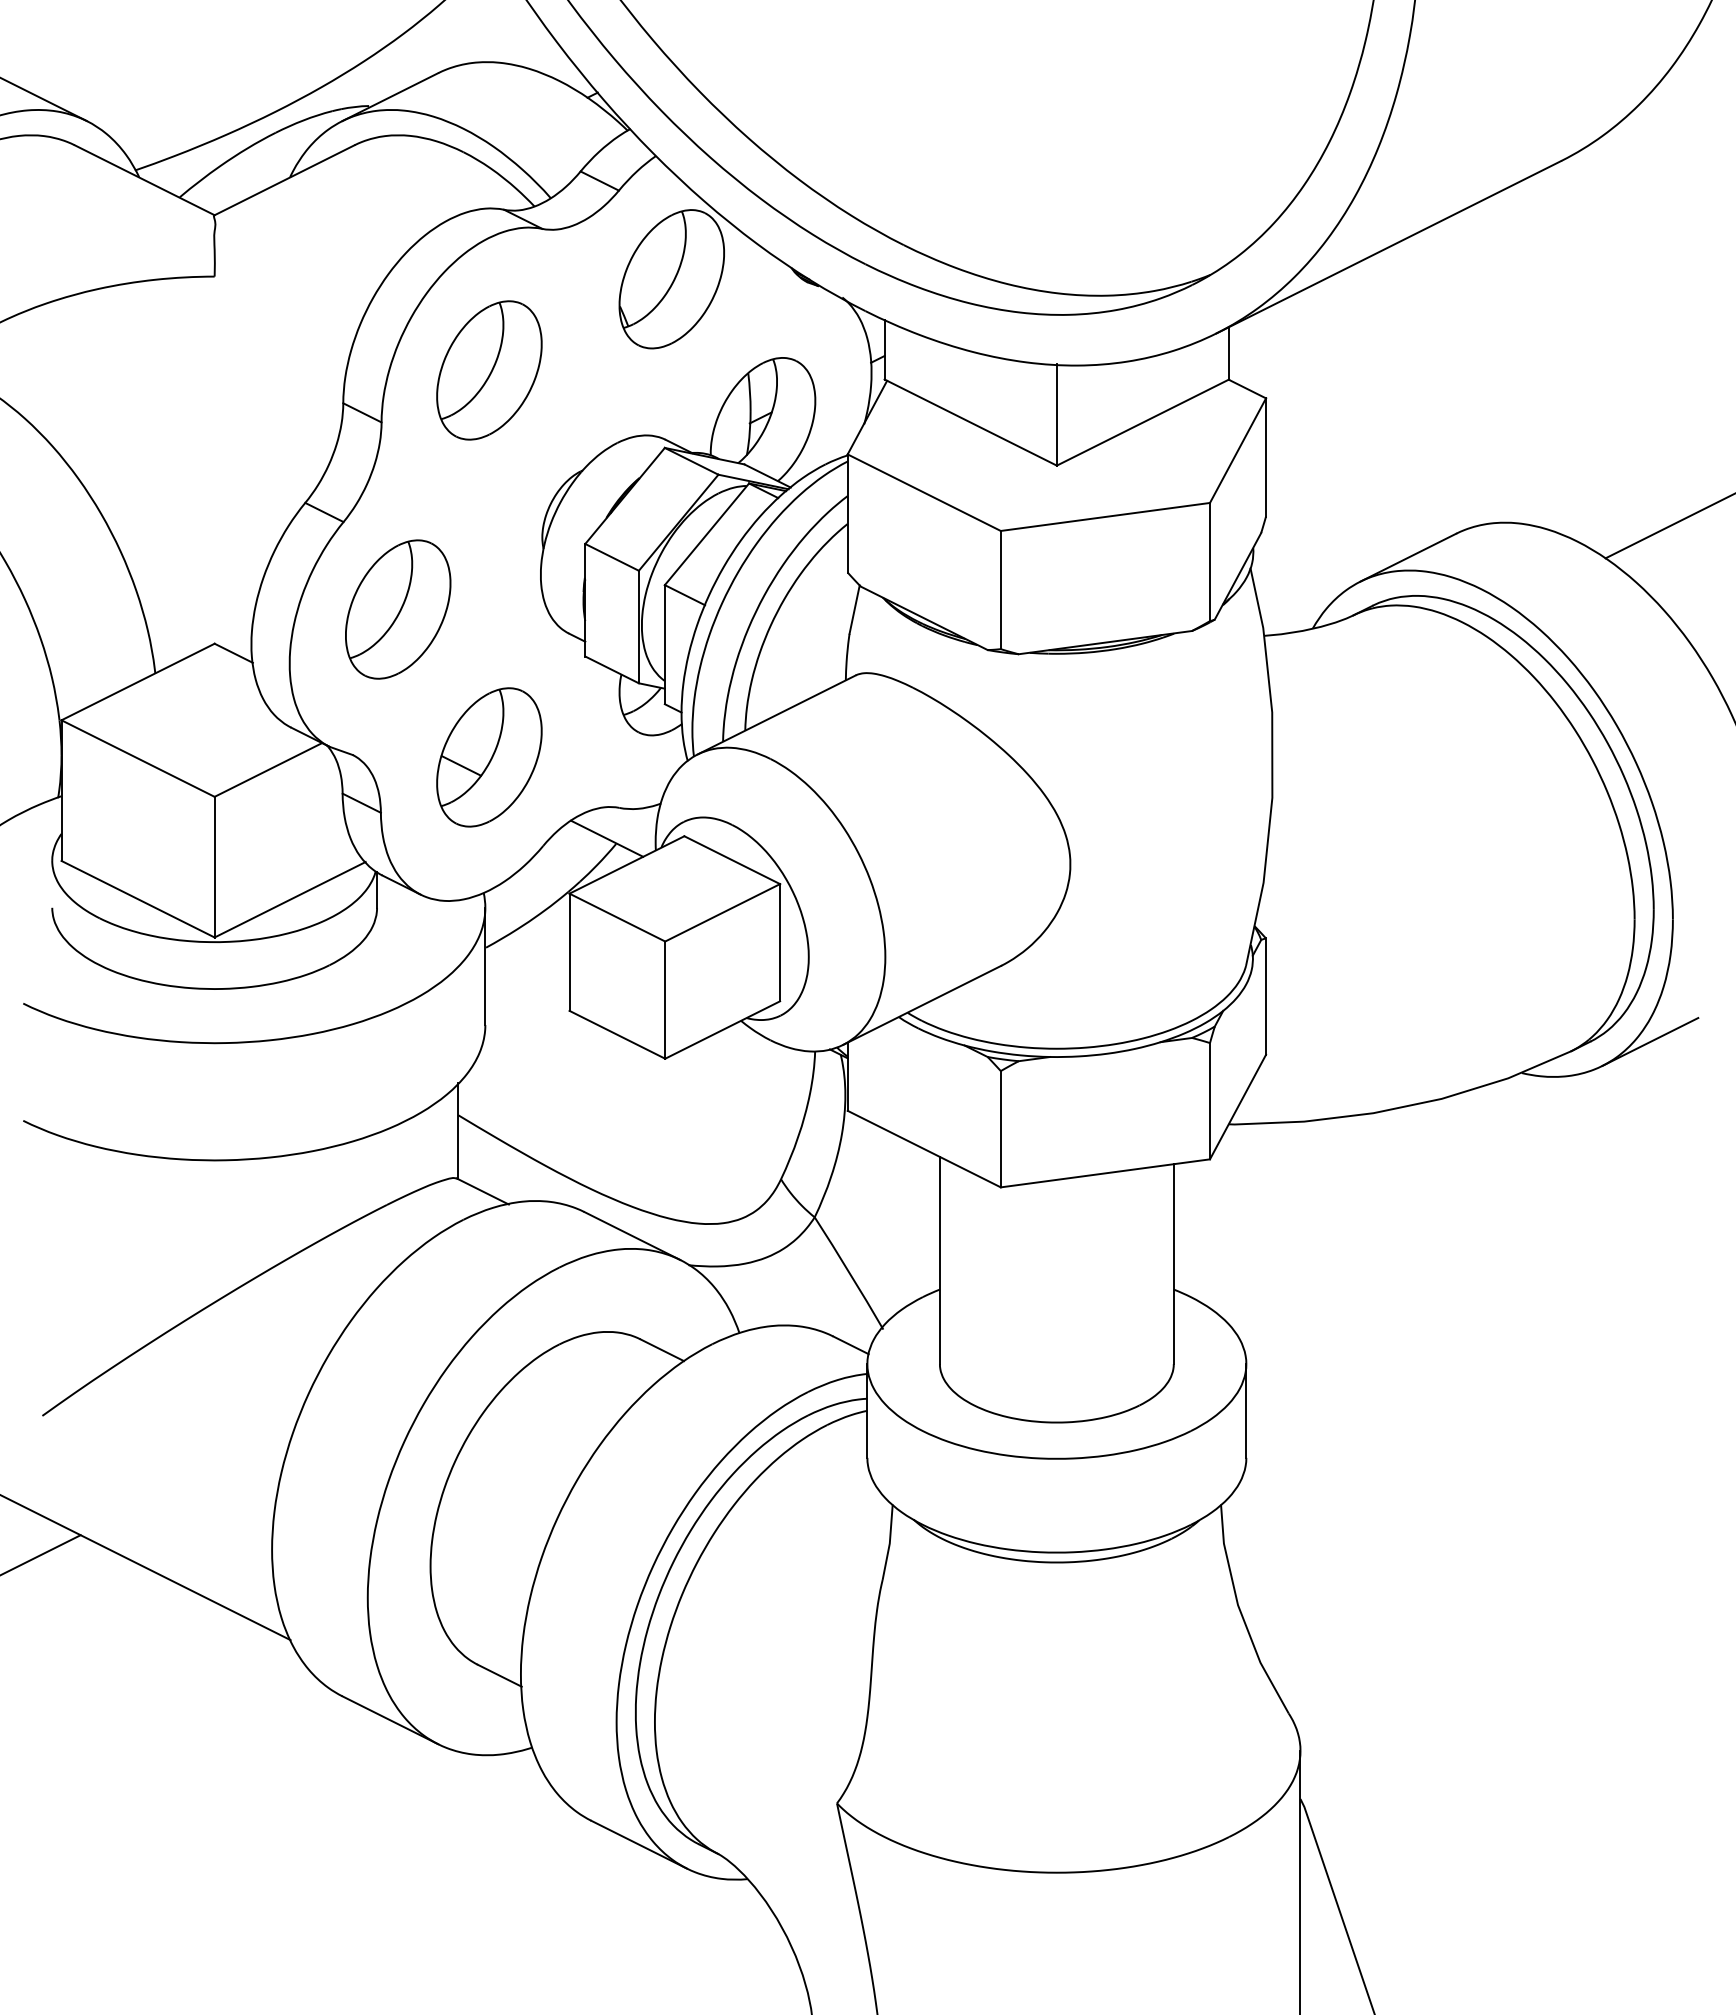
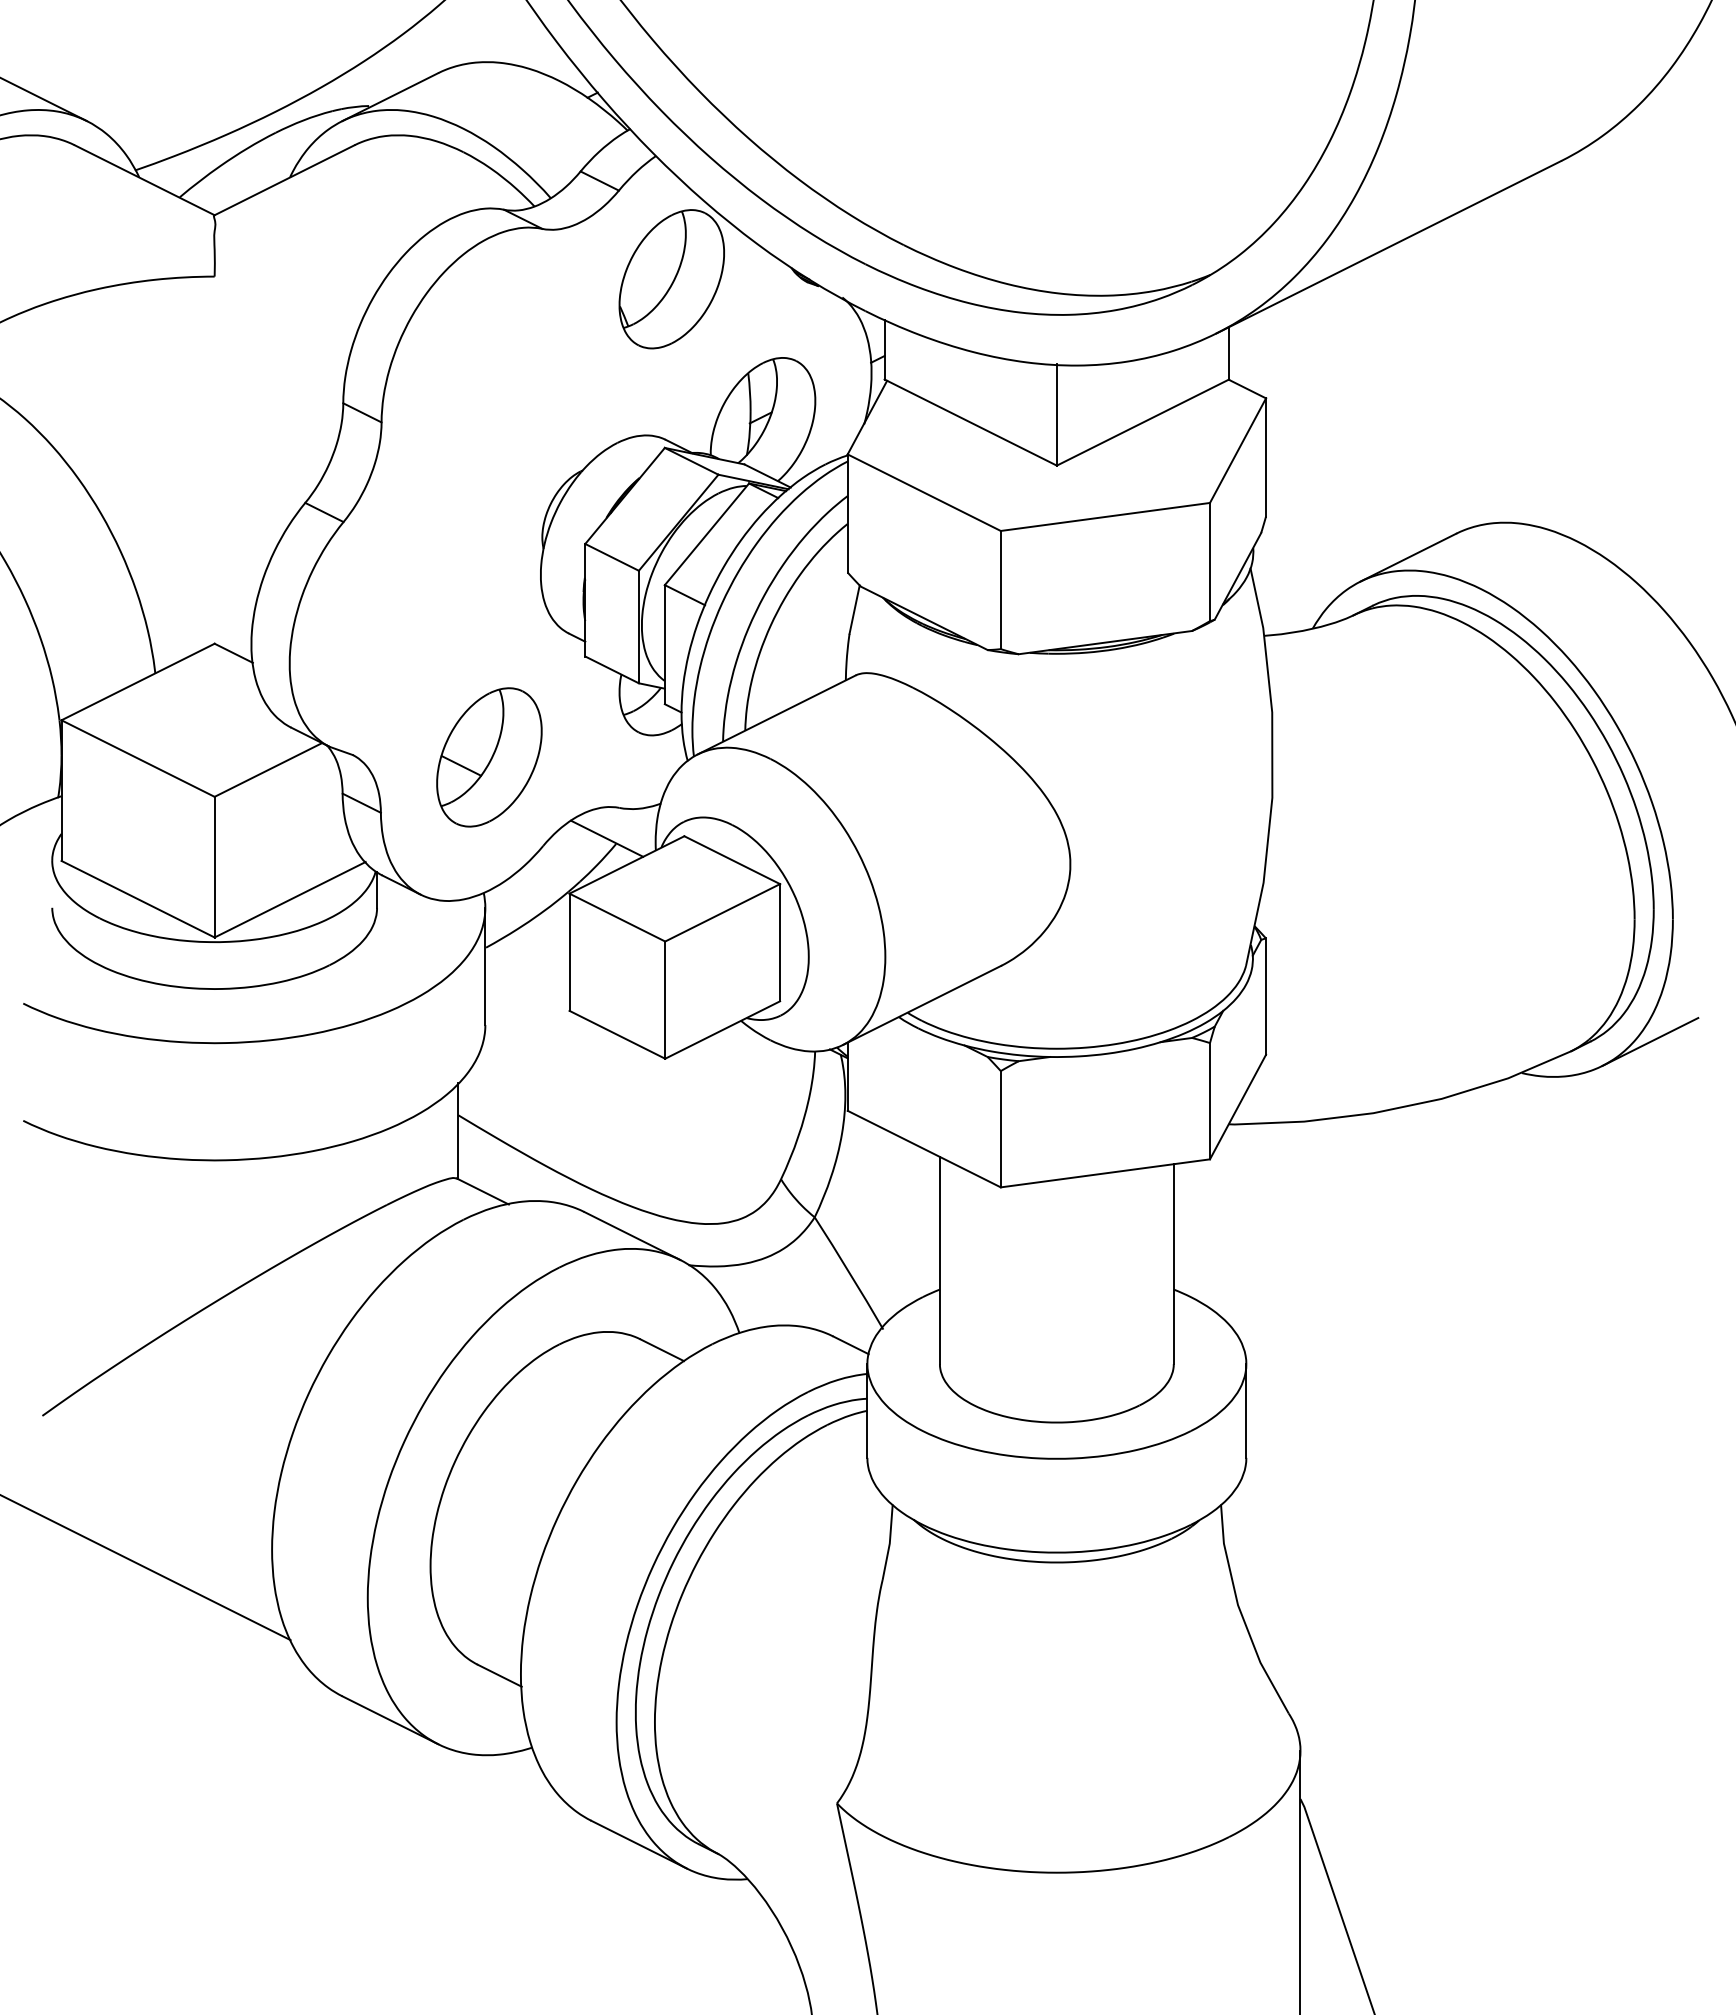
part at (489, 370): present -> none
line at (1668, 526): present -> none
part at (398, 609): present -> none
line at (41, 1554): present -> none
